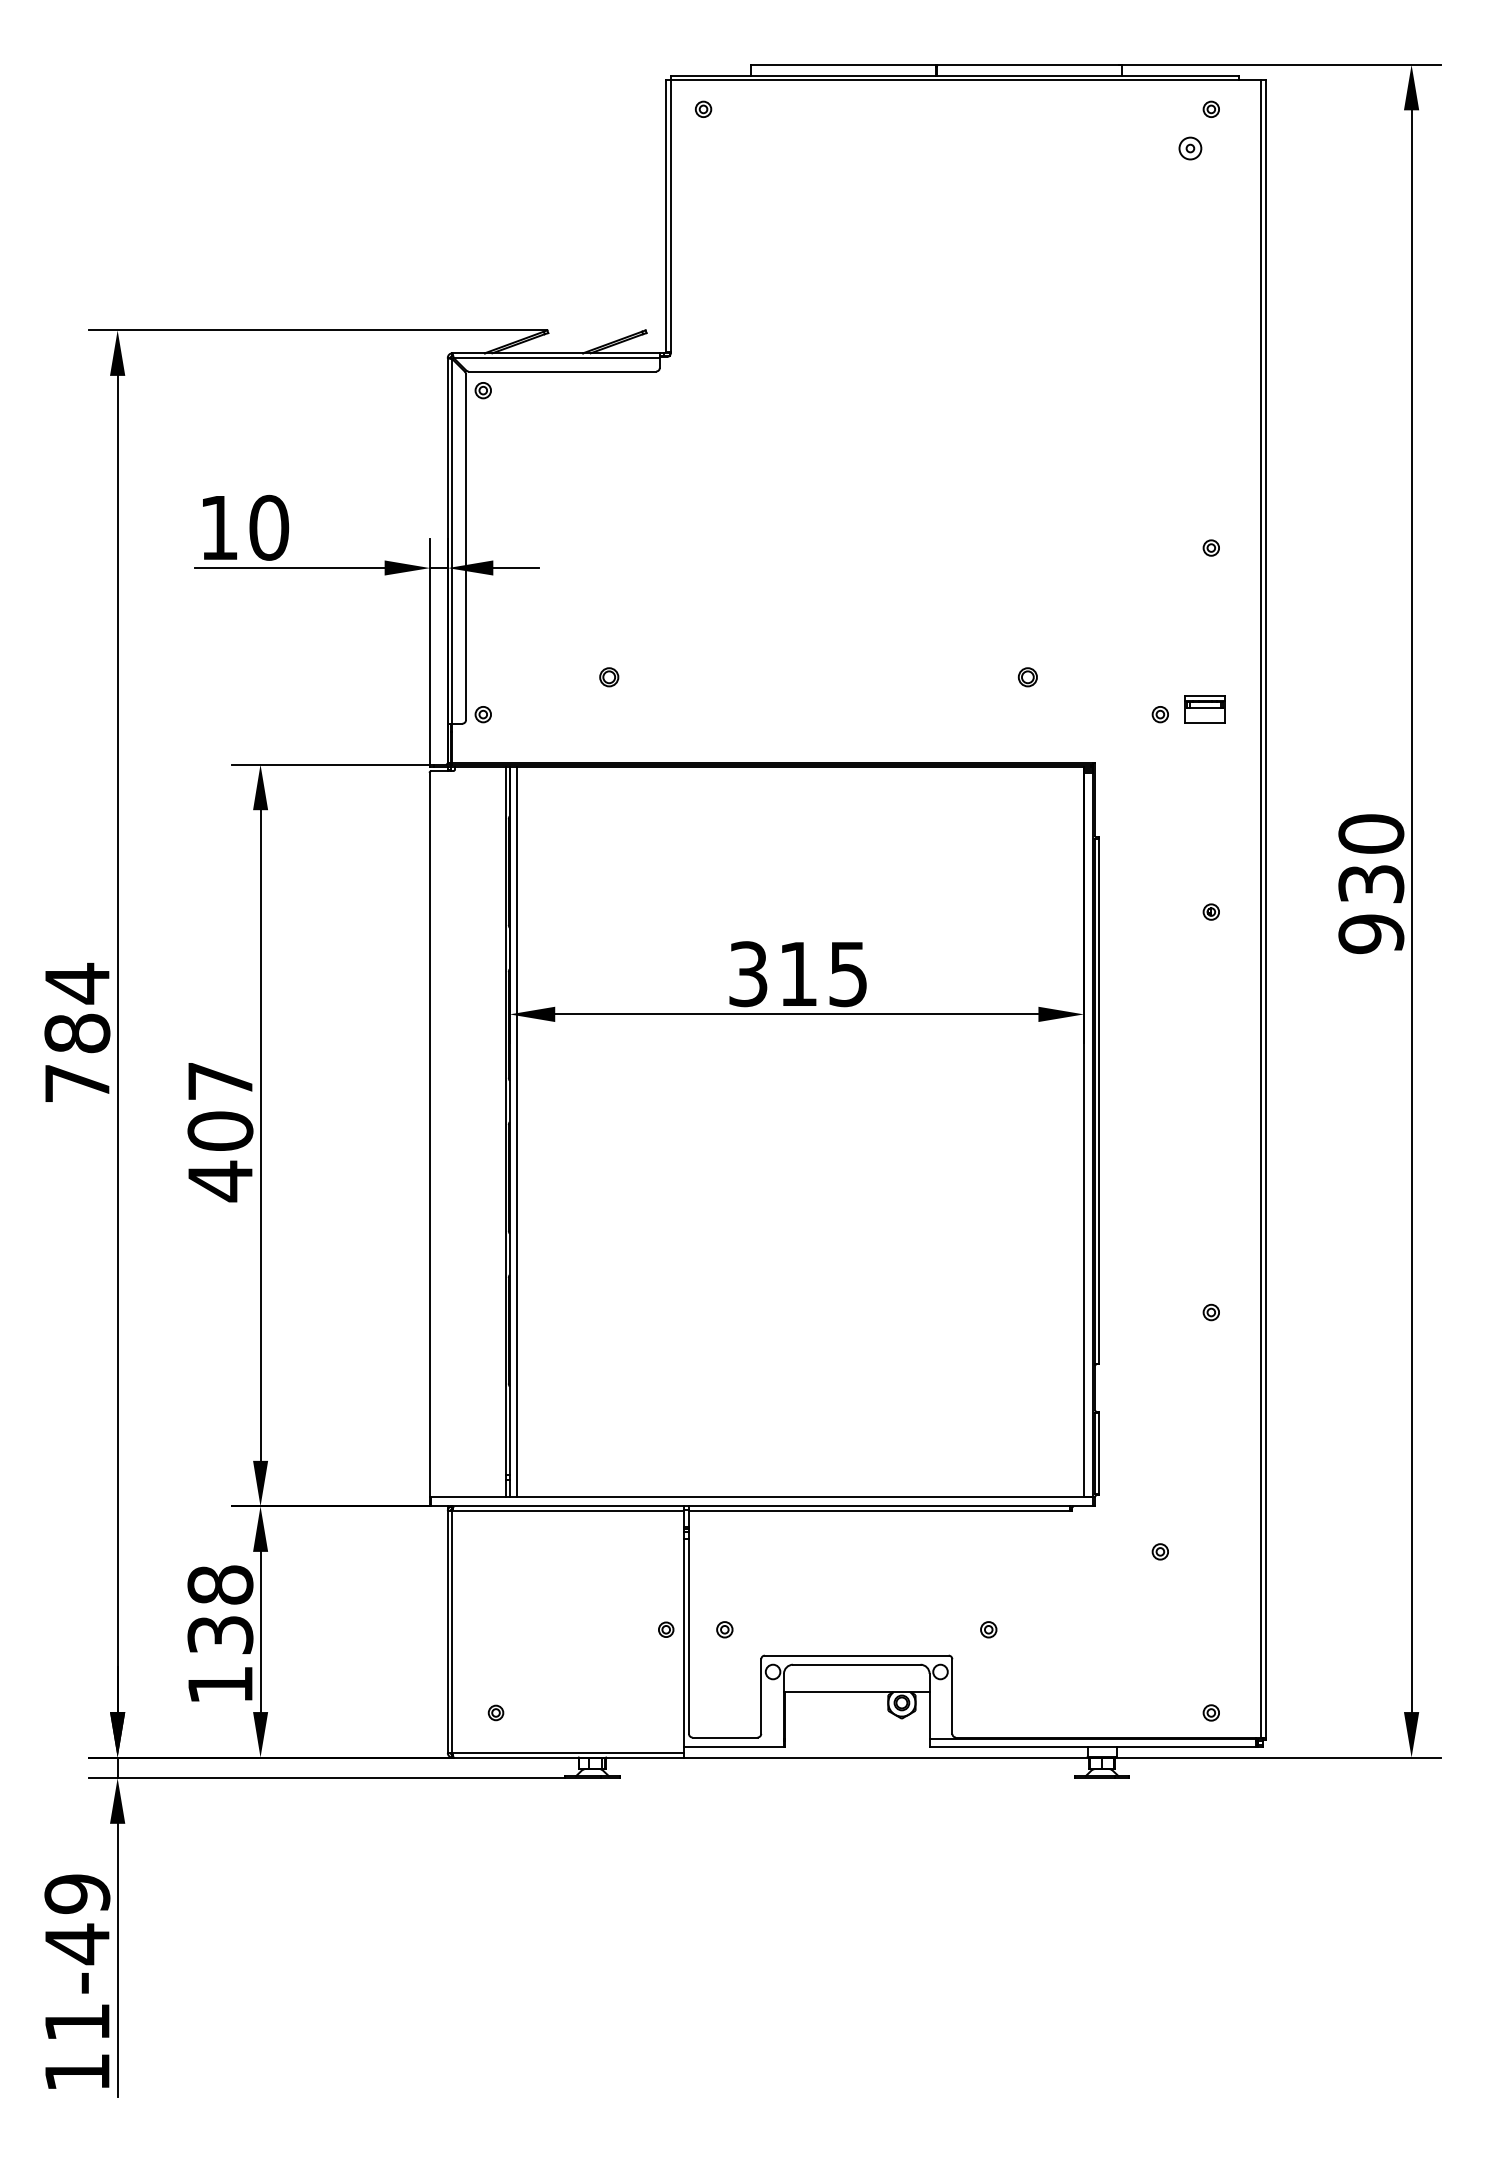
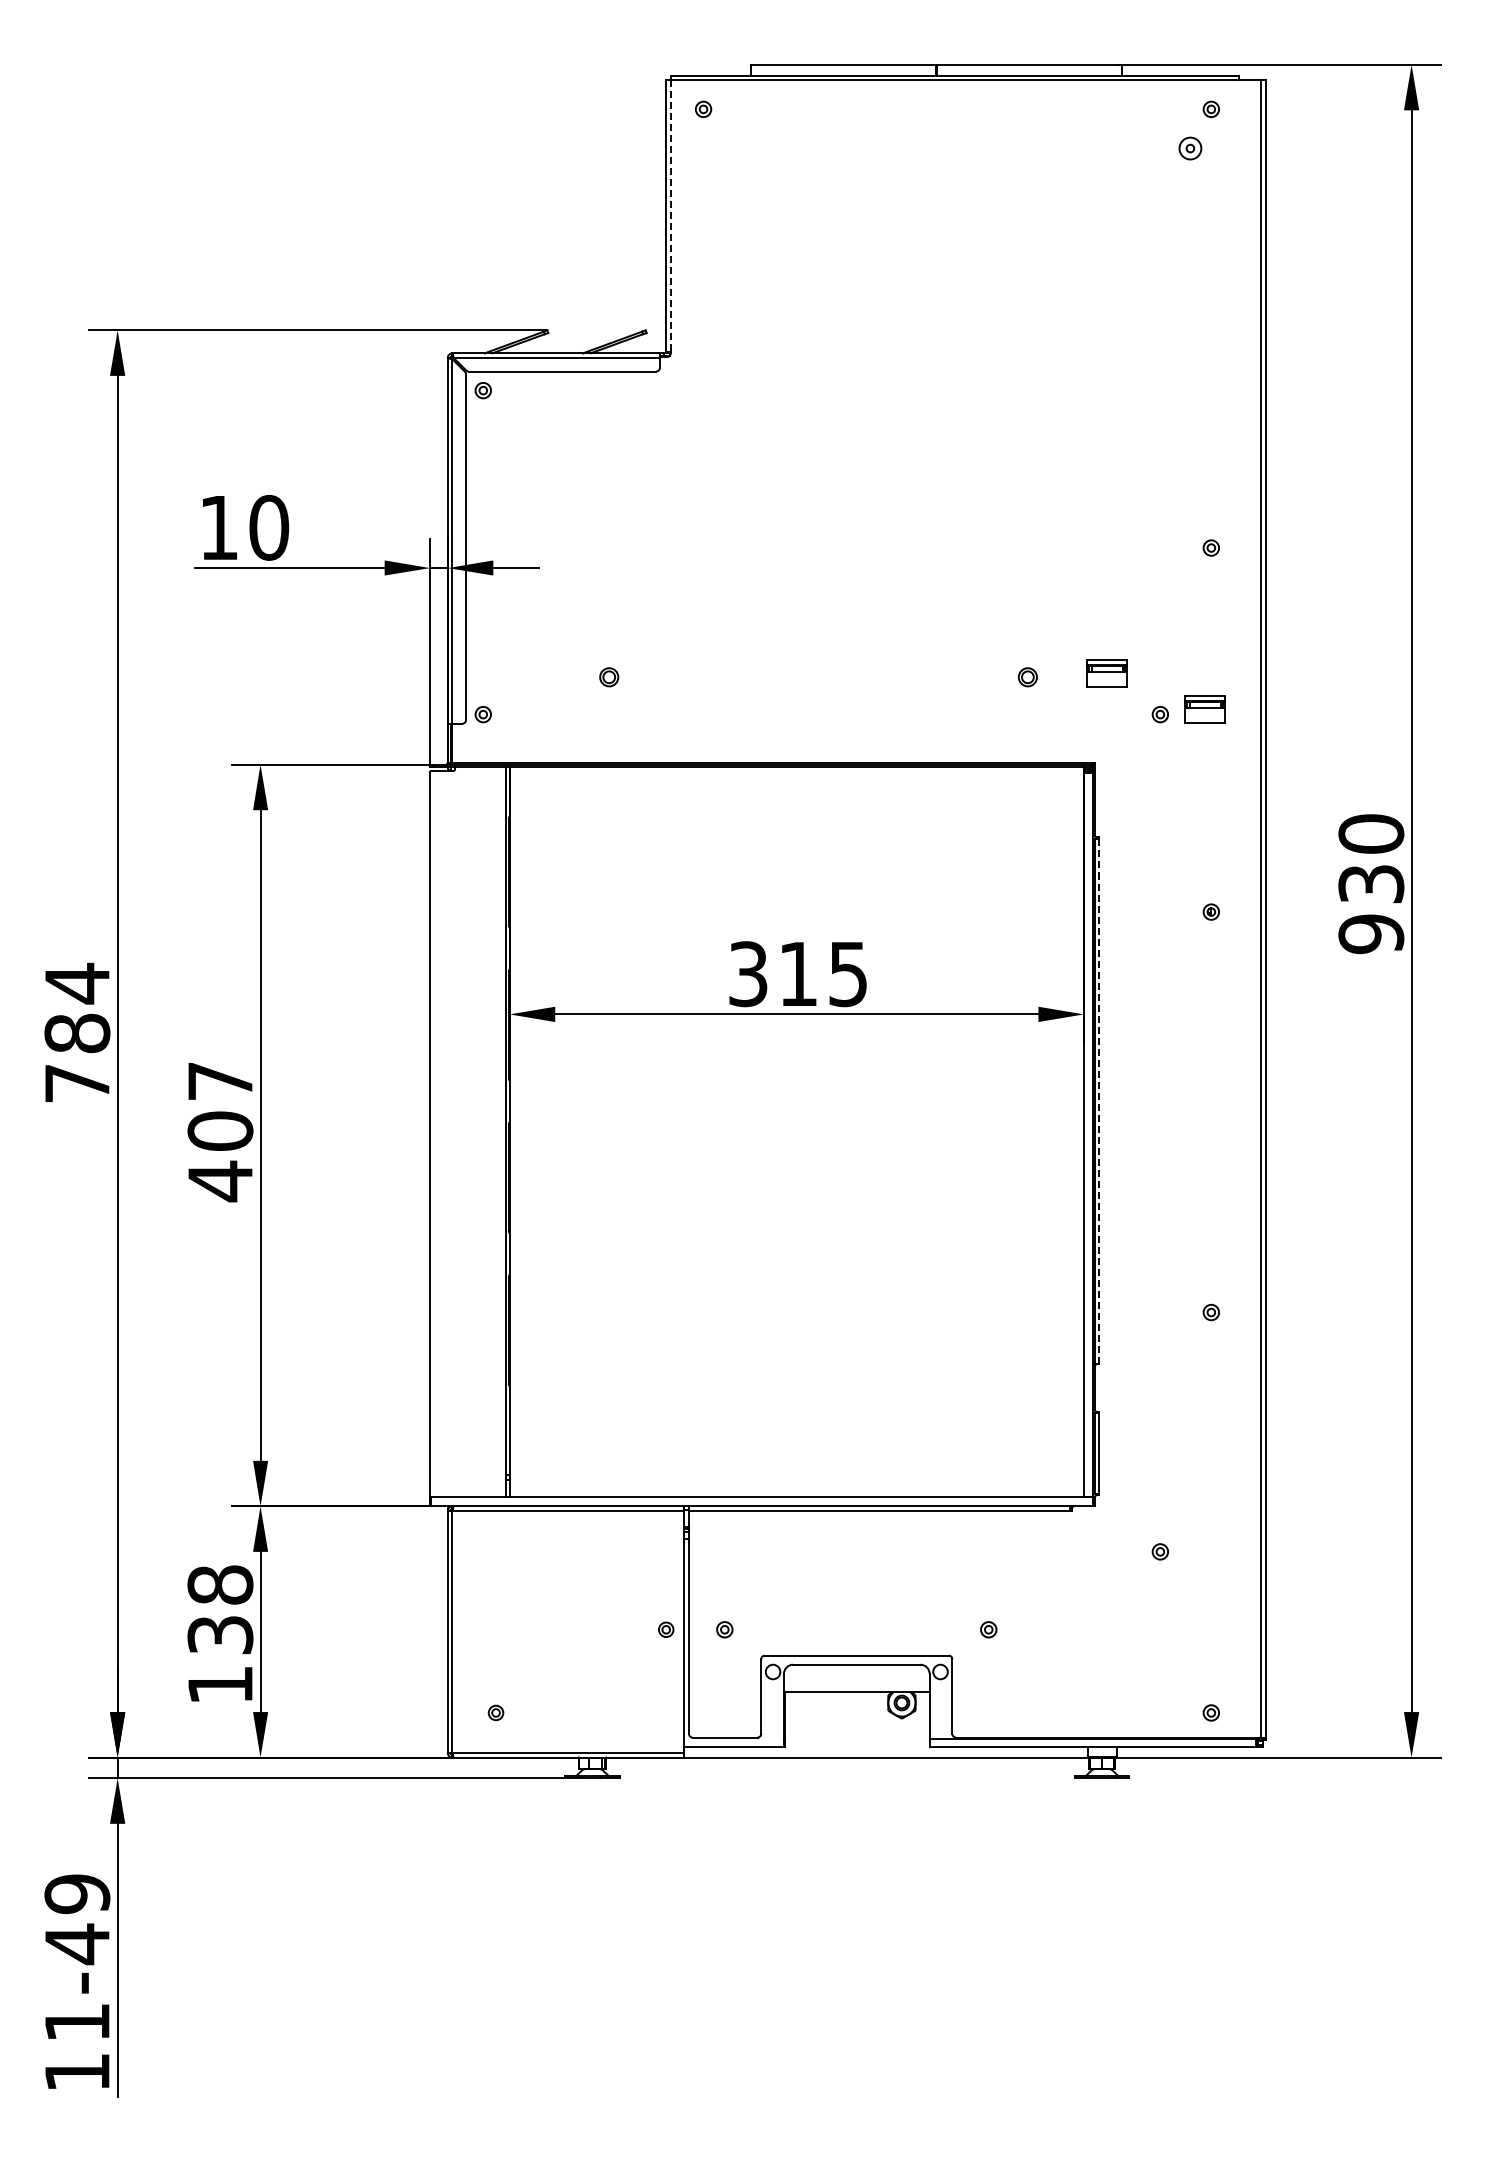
line at (670, 215): solid -> dashed
part at (1106, 673): none -> present
line at (1099, 1100): solid -> dashed
line at (516, 1132): present -> none
